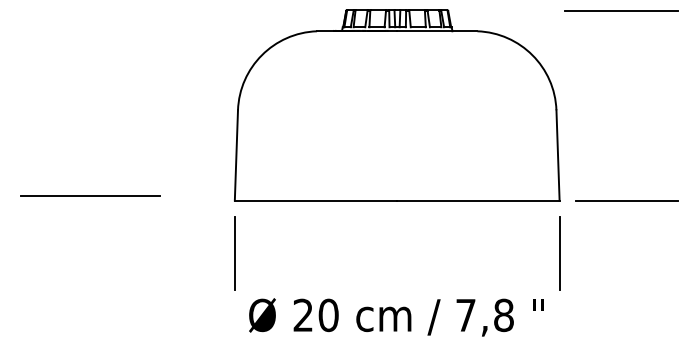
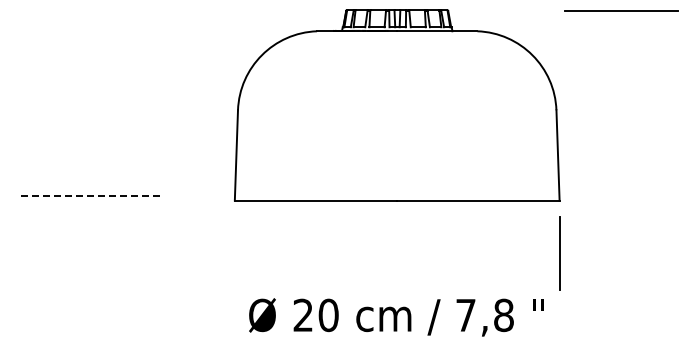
line at (90, 195): solid -> dashed
line at (626, 200): present -> none
line at (234, 252): present -> none
